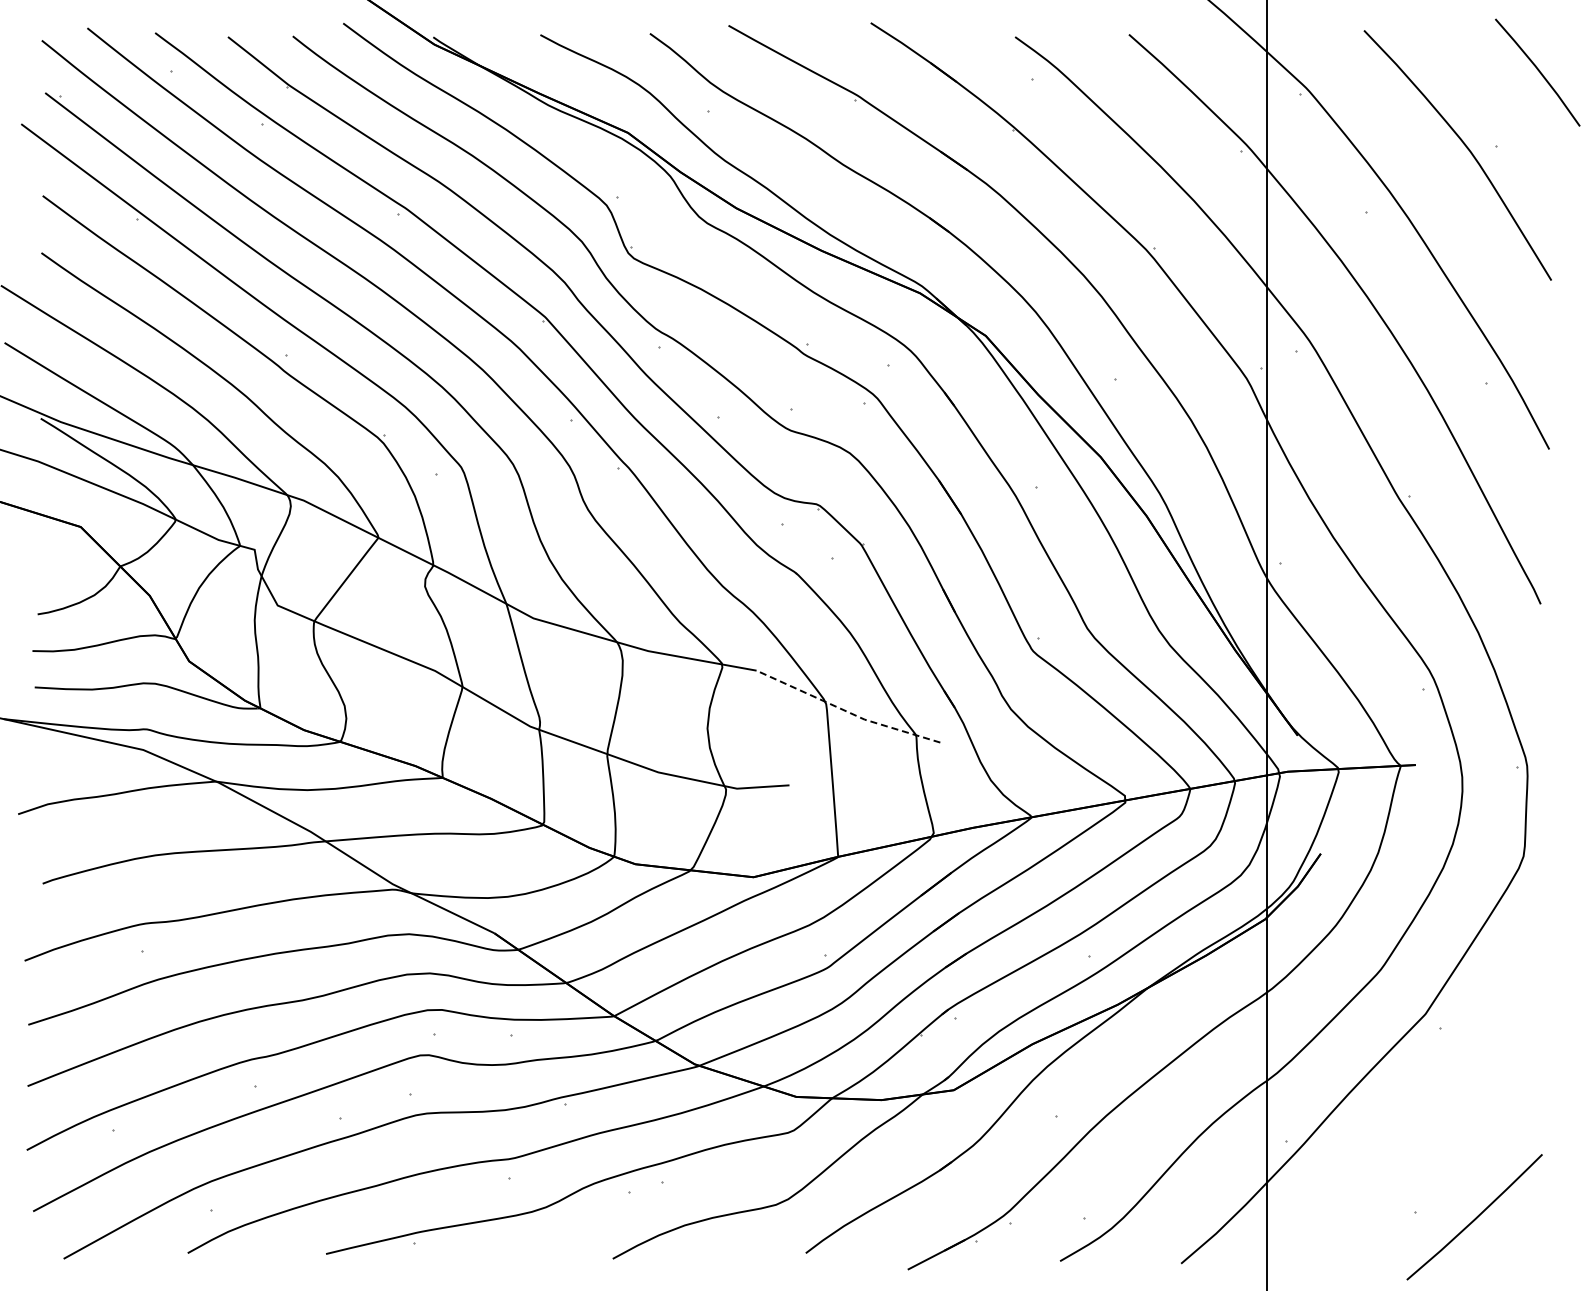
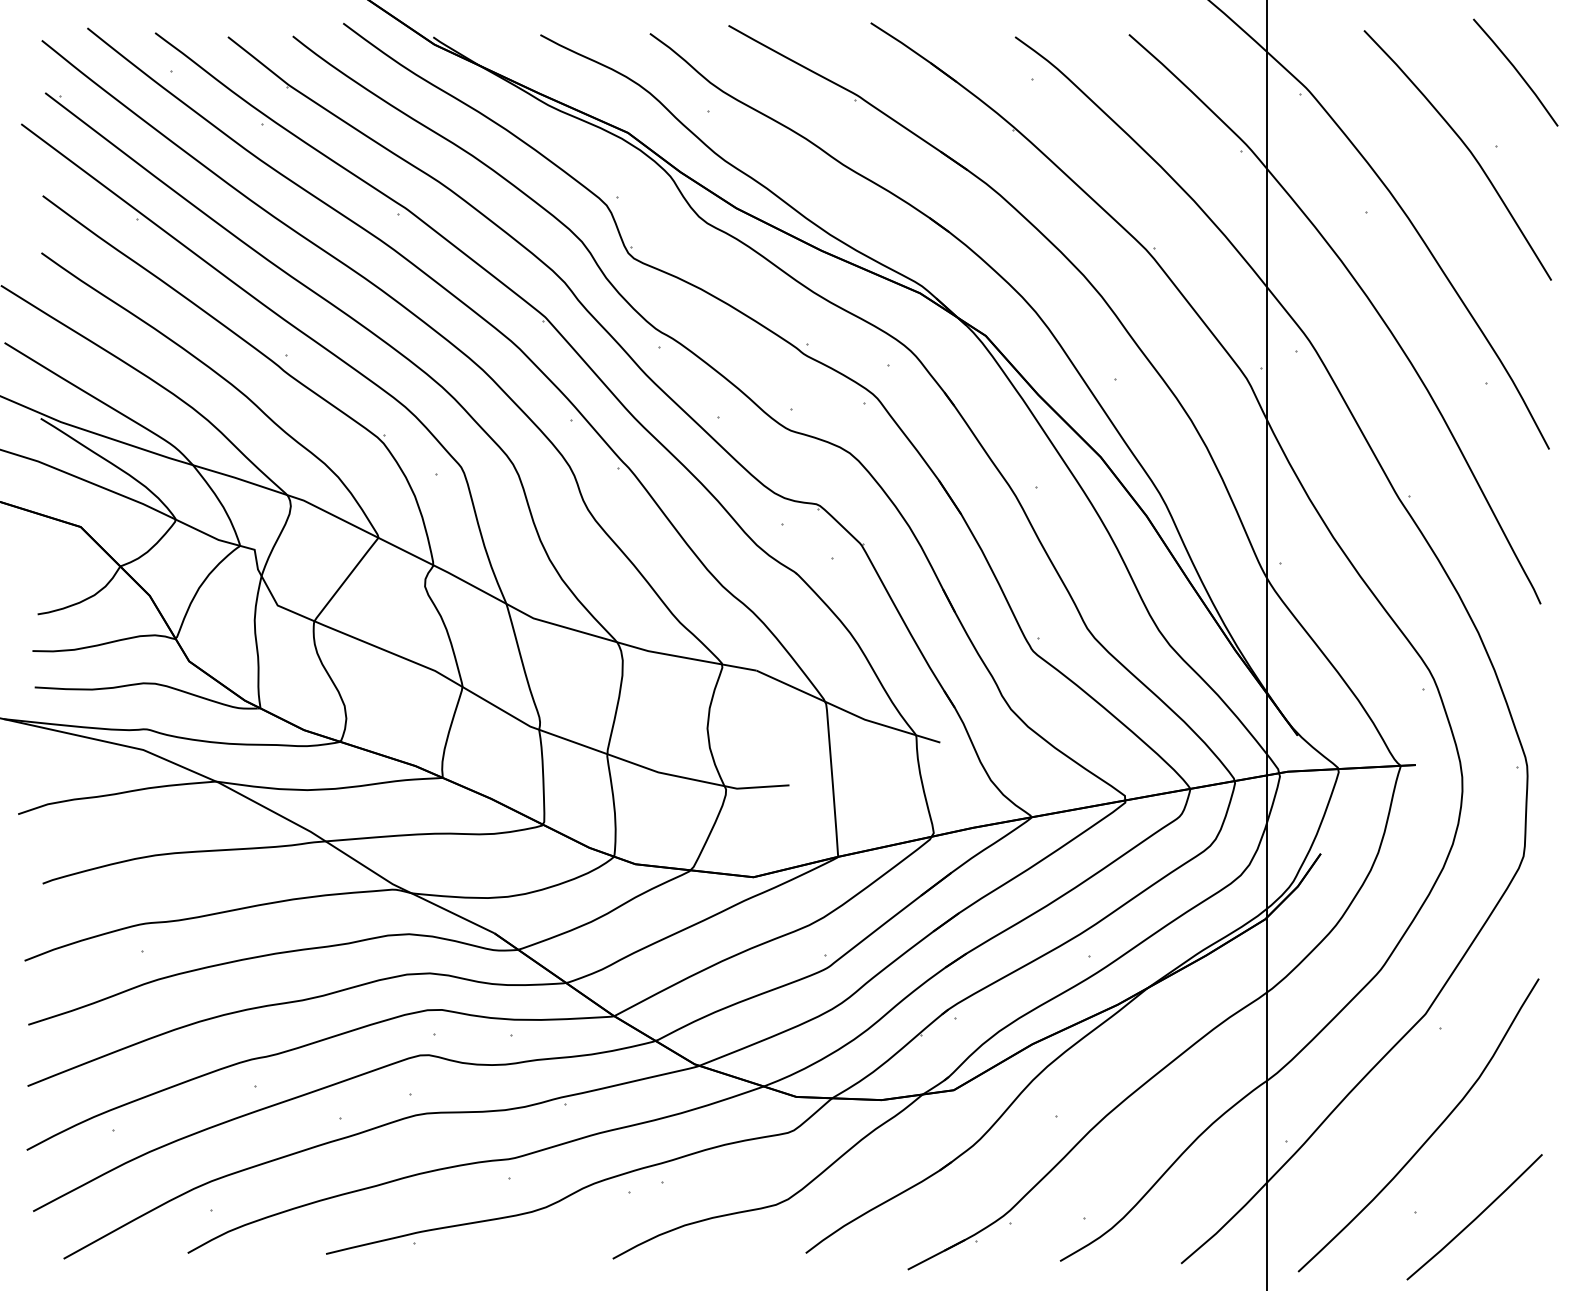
line at (1538, 71) position: (1538, 71) -> (1516, 71)
line at (846, 711): dashed -> solid
curve at (1429, 1136): none -> present
